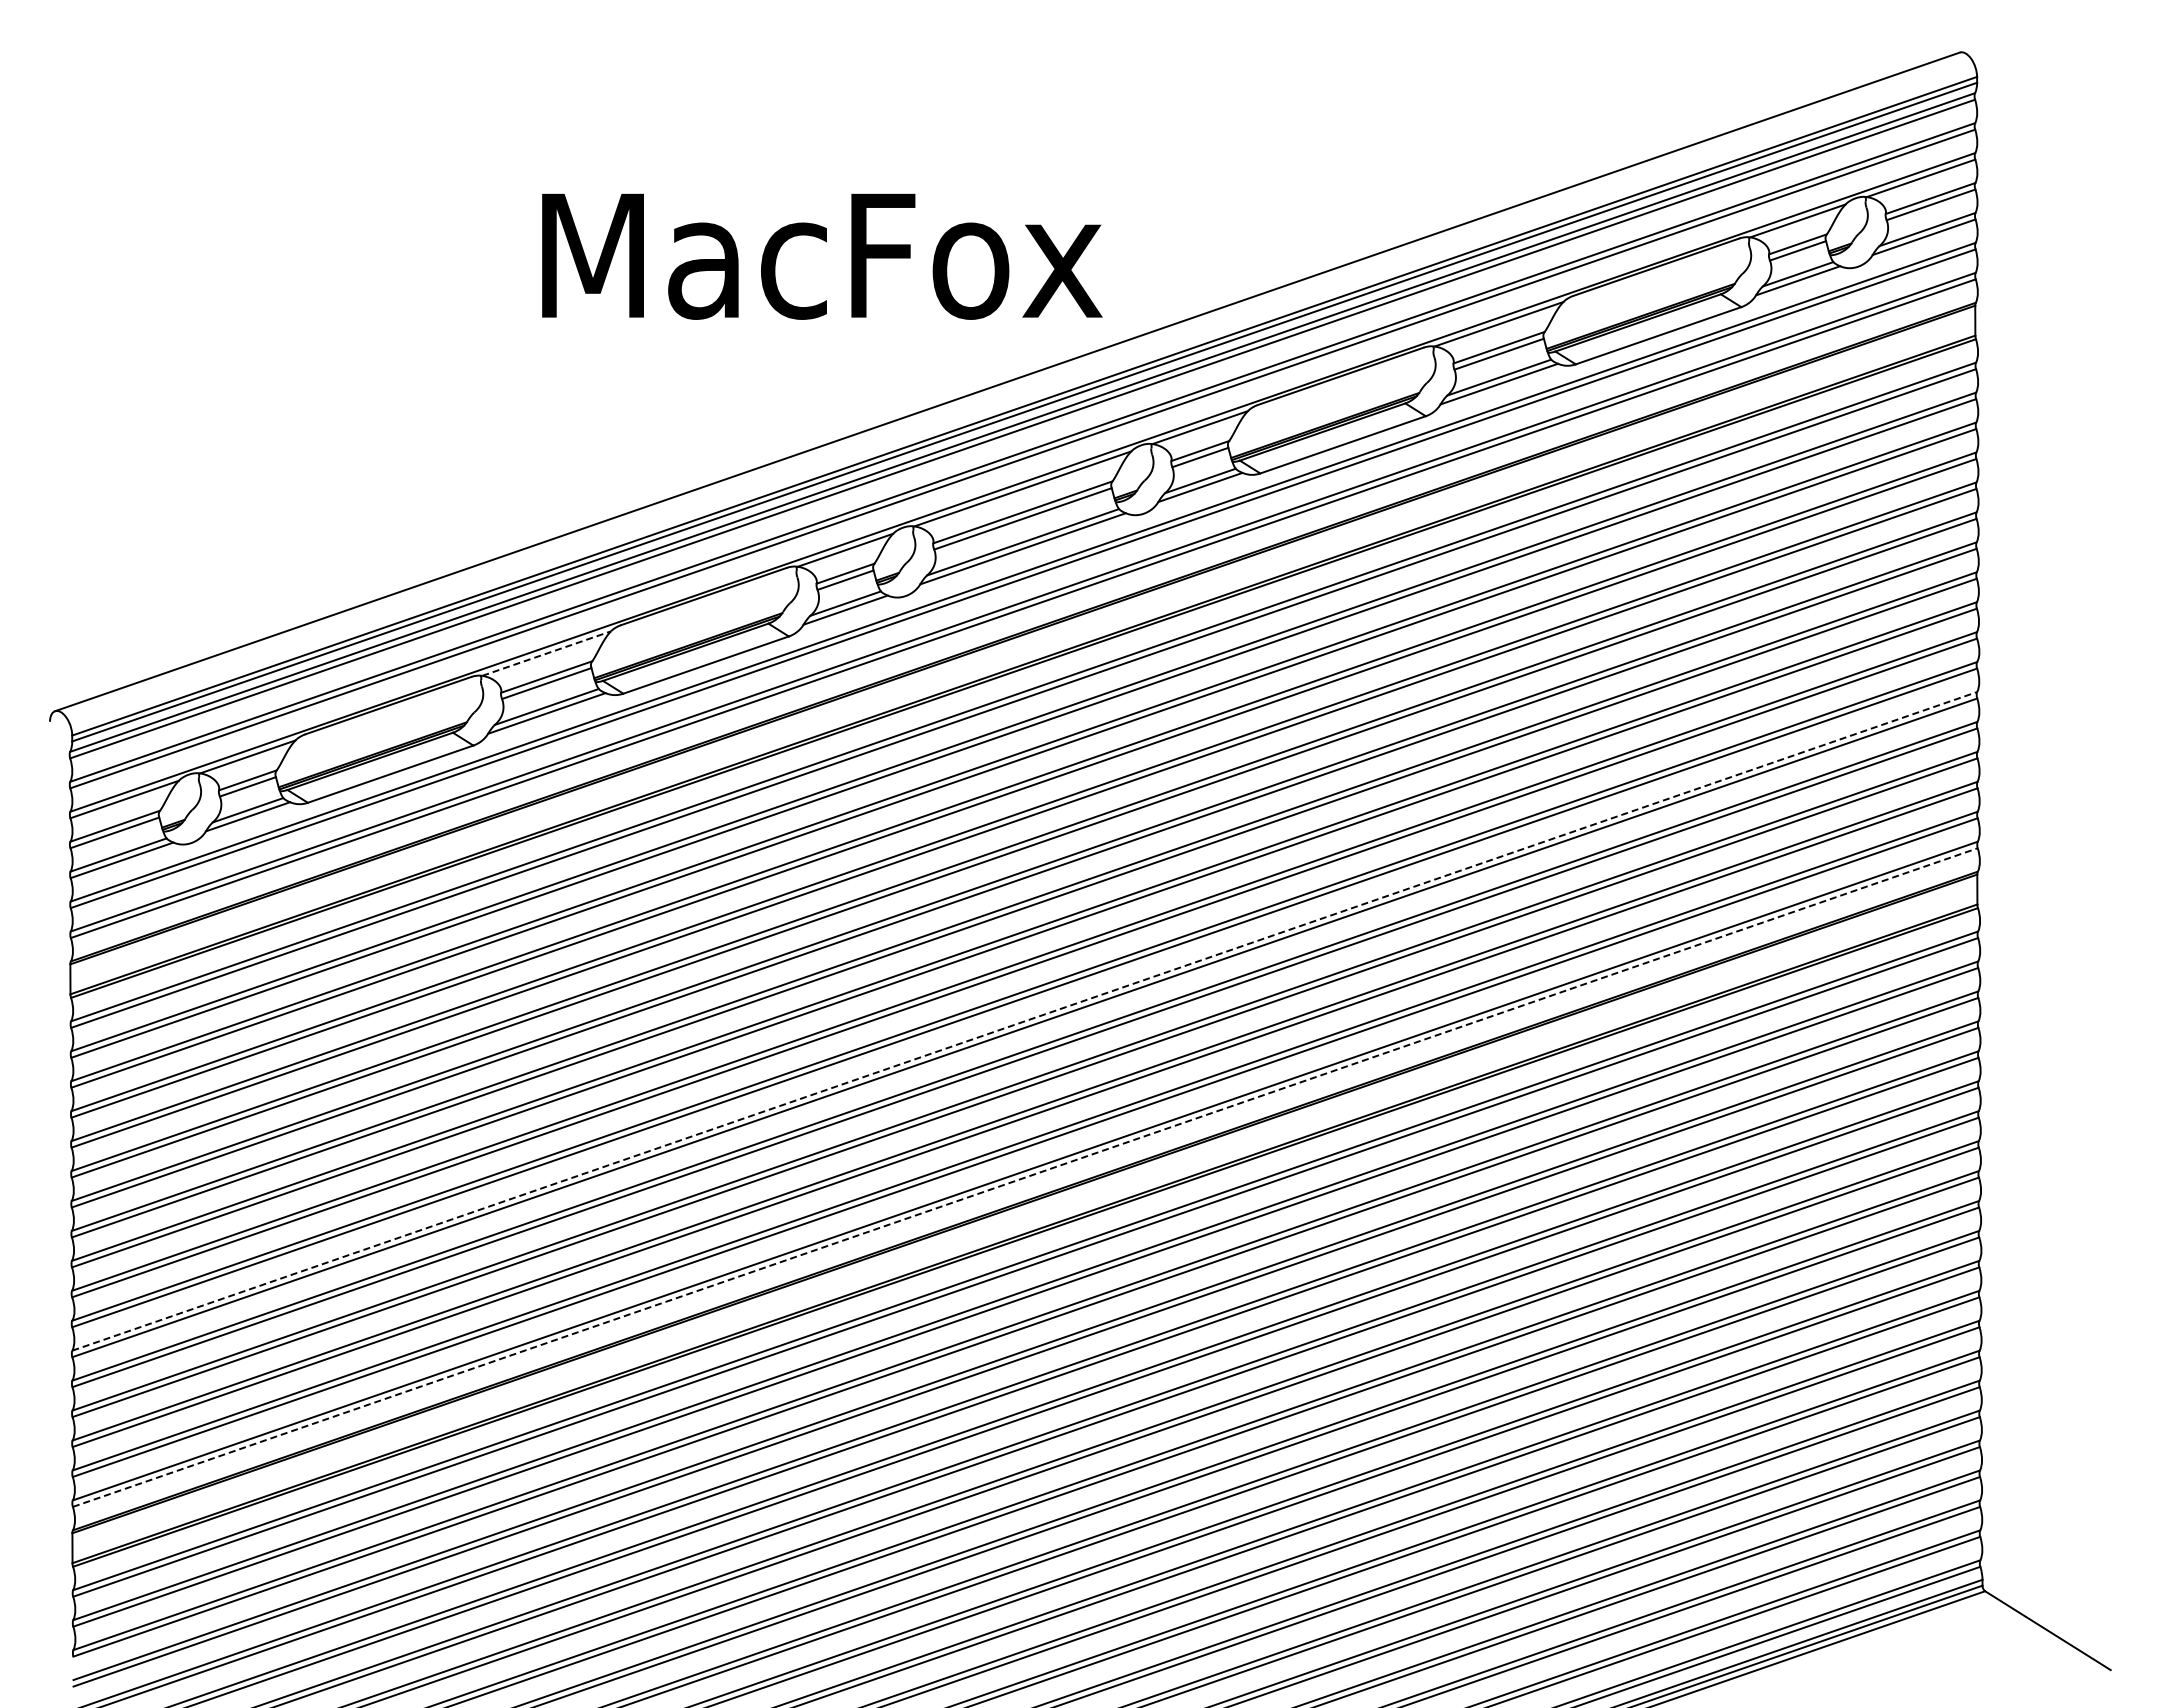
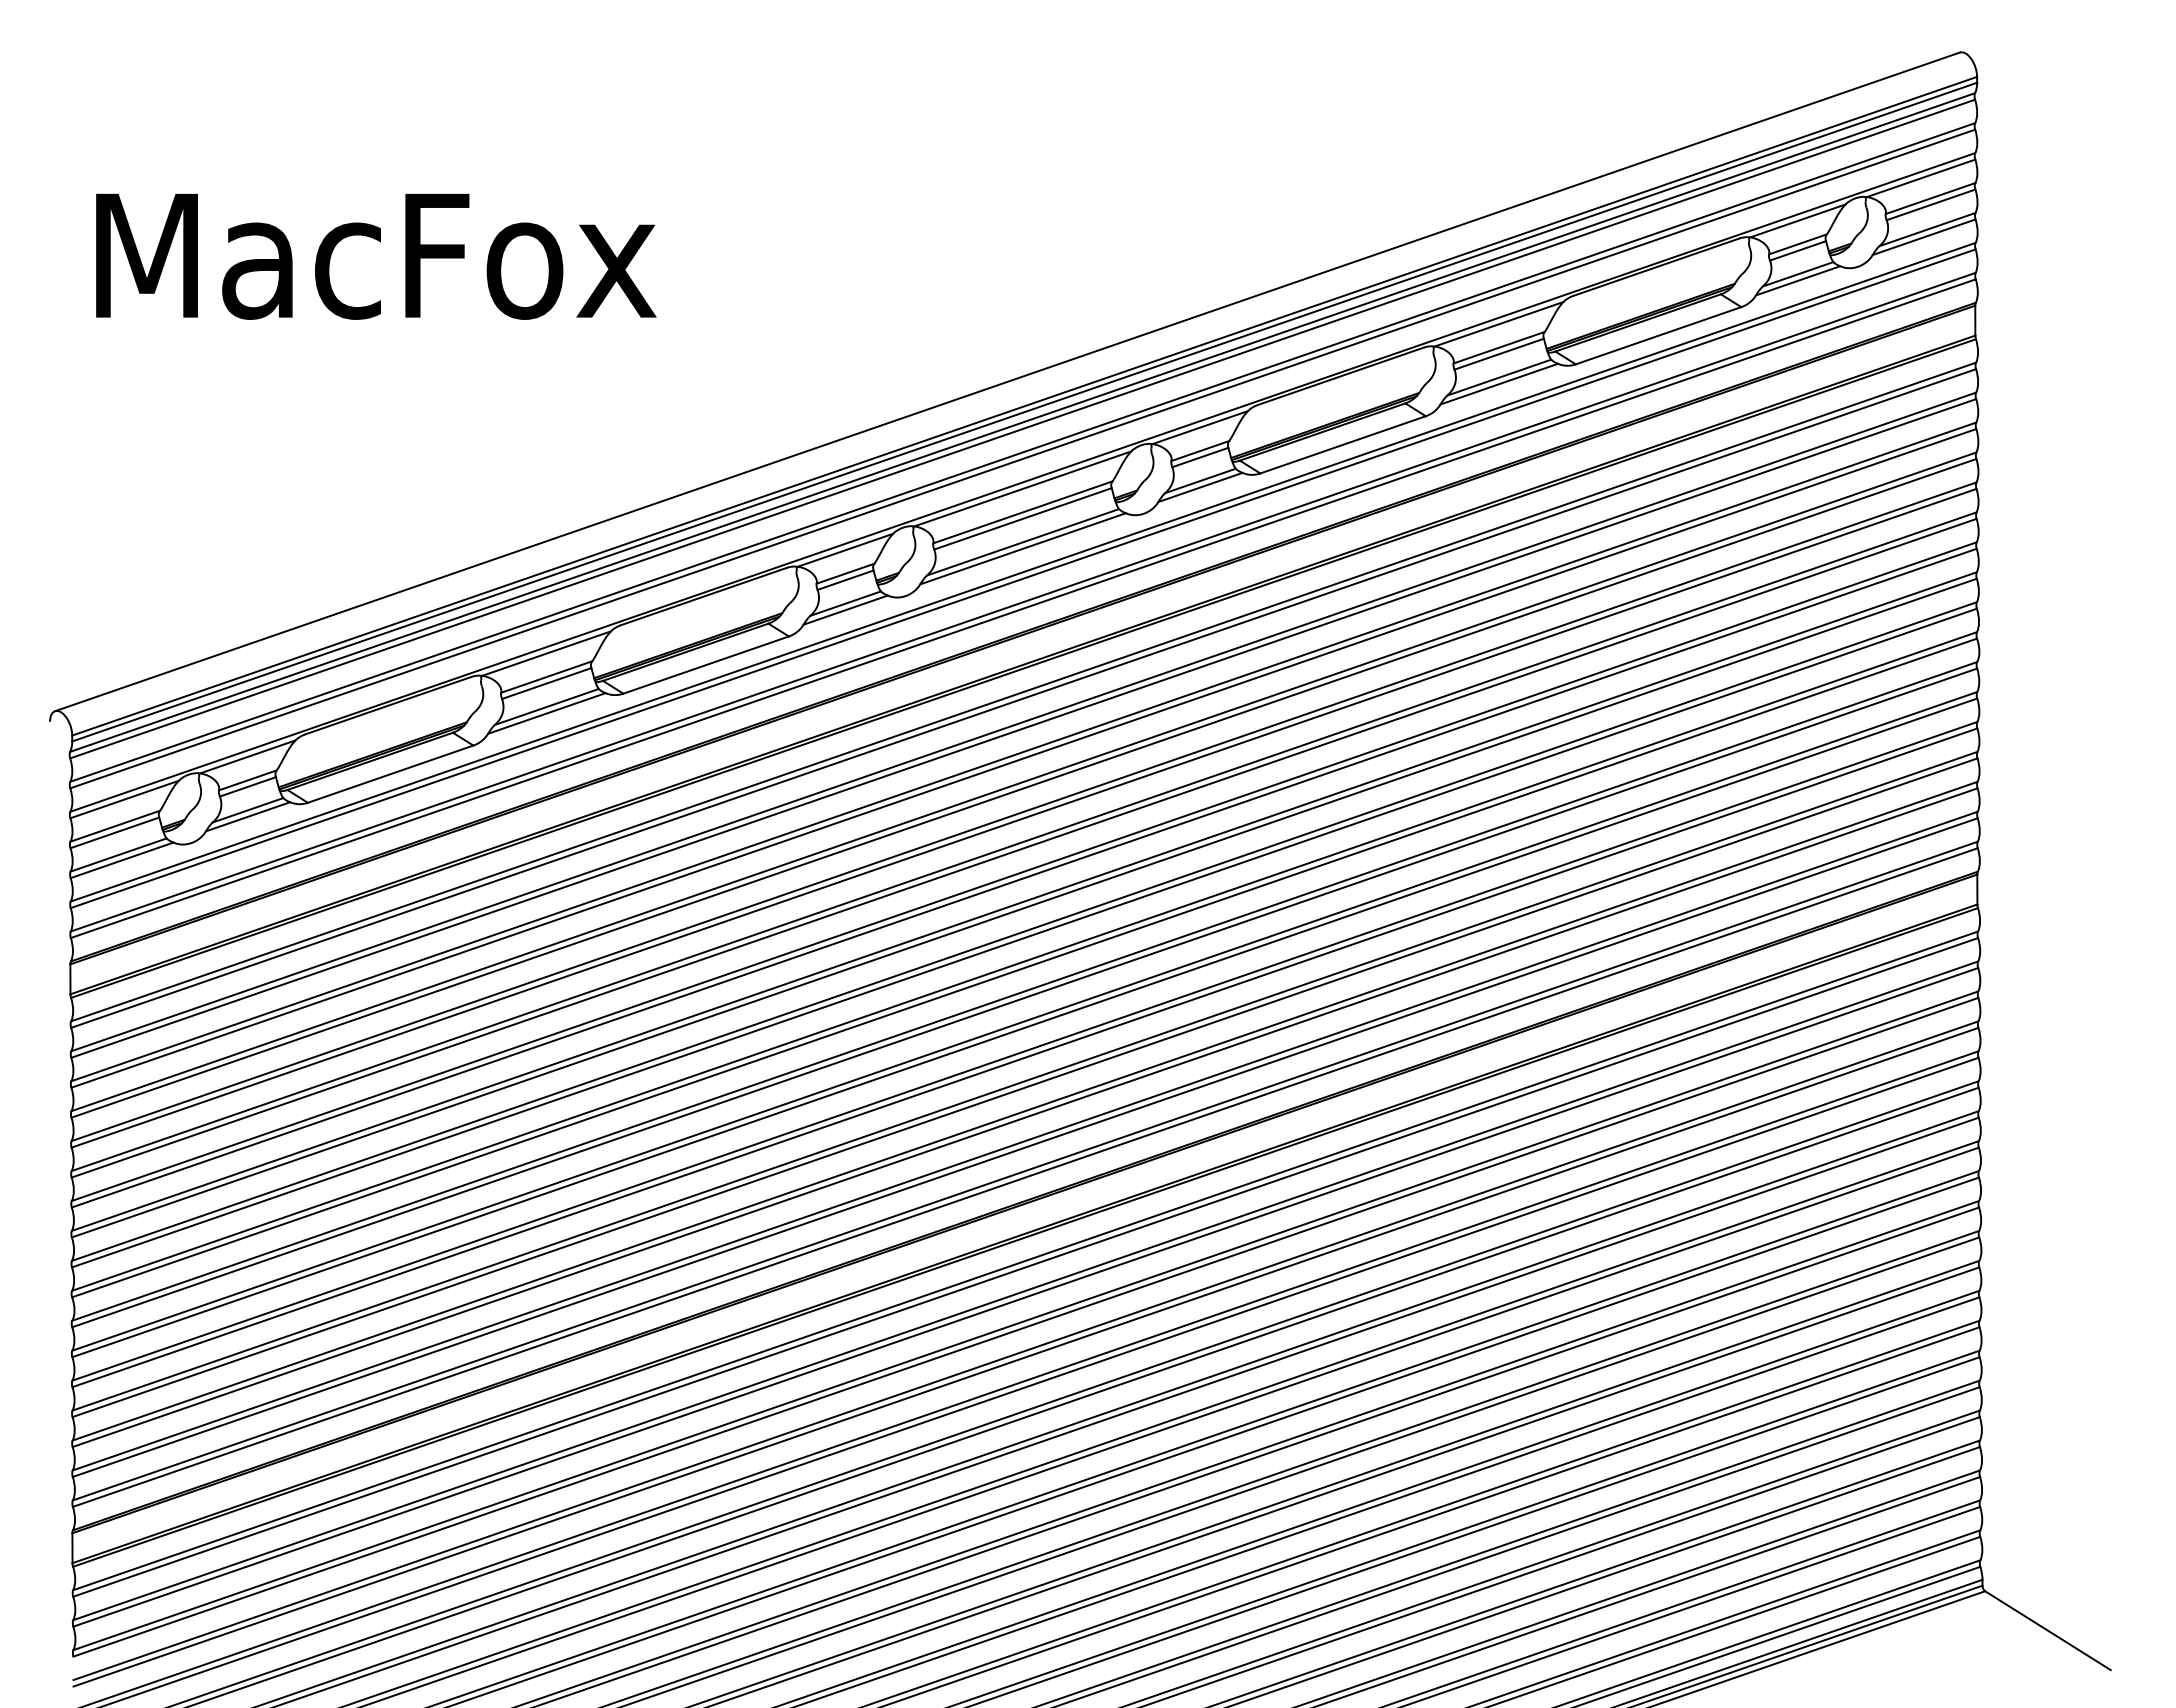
text at (822, 256) position: (822, 256) -> (376, 256)
line at (547, 653): dashed -> solid
line at (1024, 1021): dashed -> solid
line at (1025, 1177): dashed -> solid
